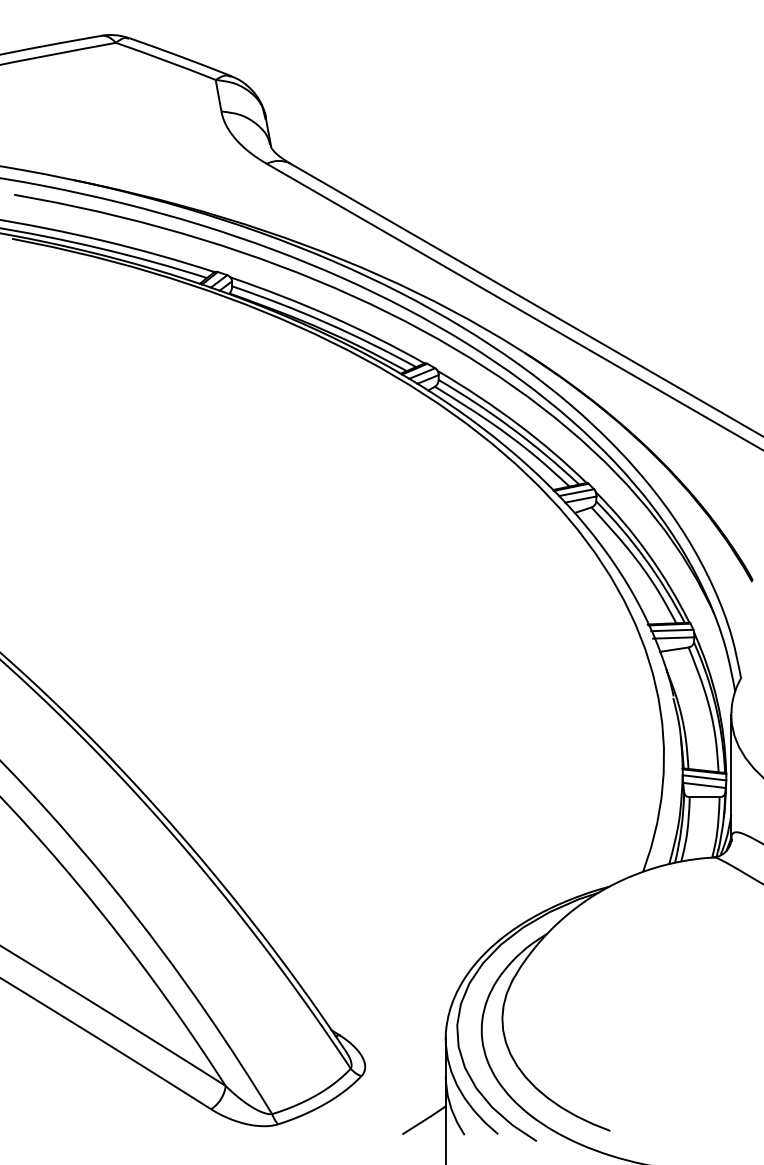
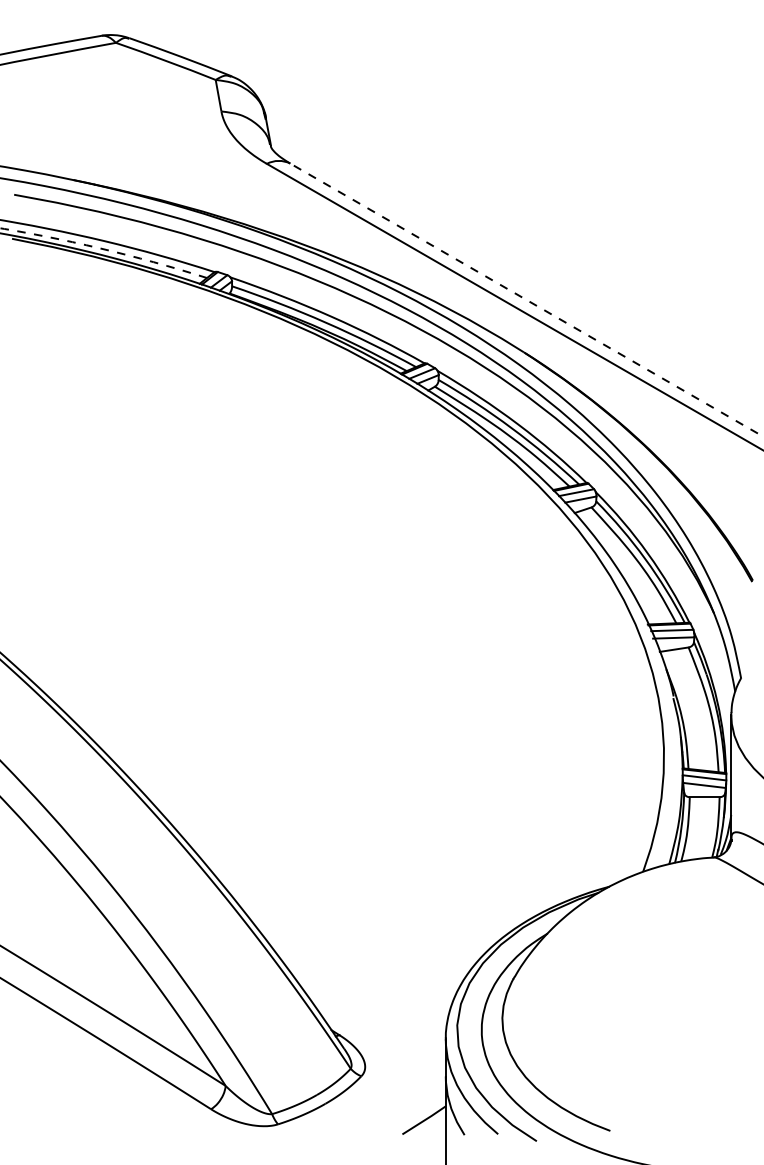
arc at (103, 249): solid -> dashed
line at (526, 300): solid -> dashed
